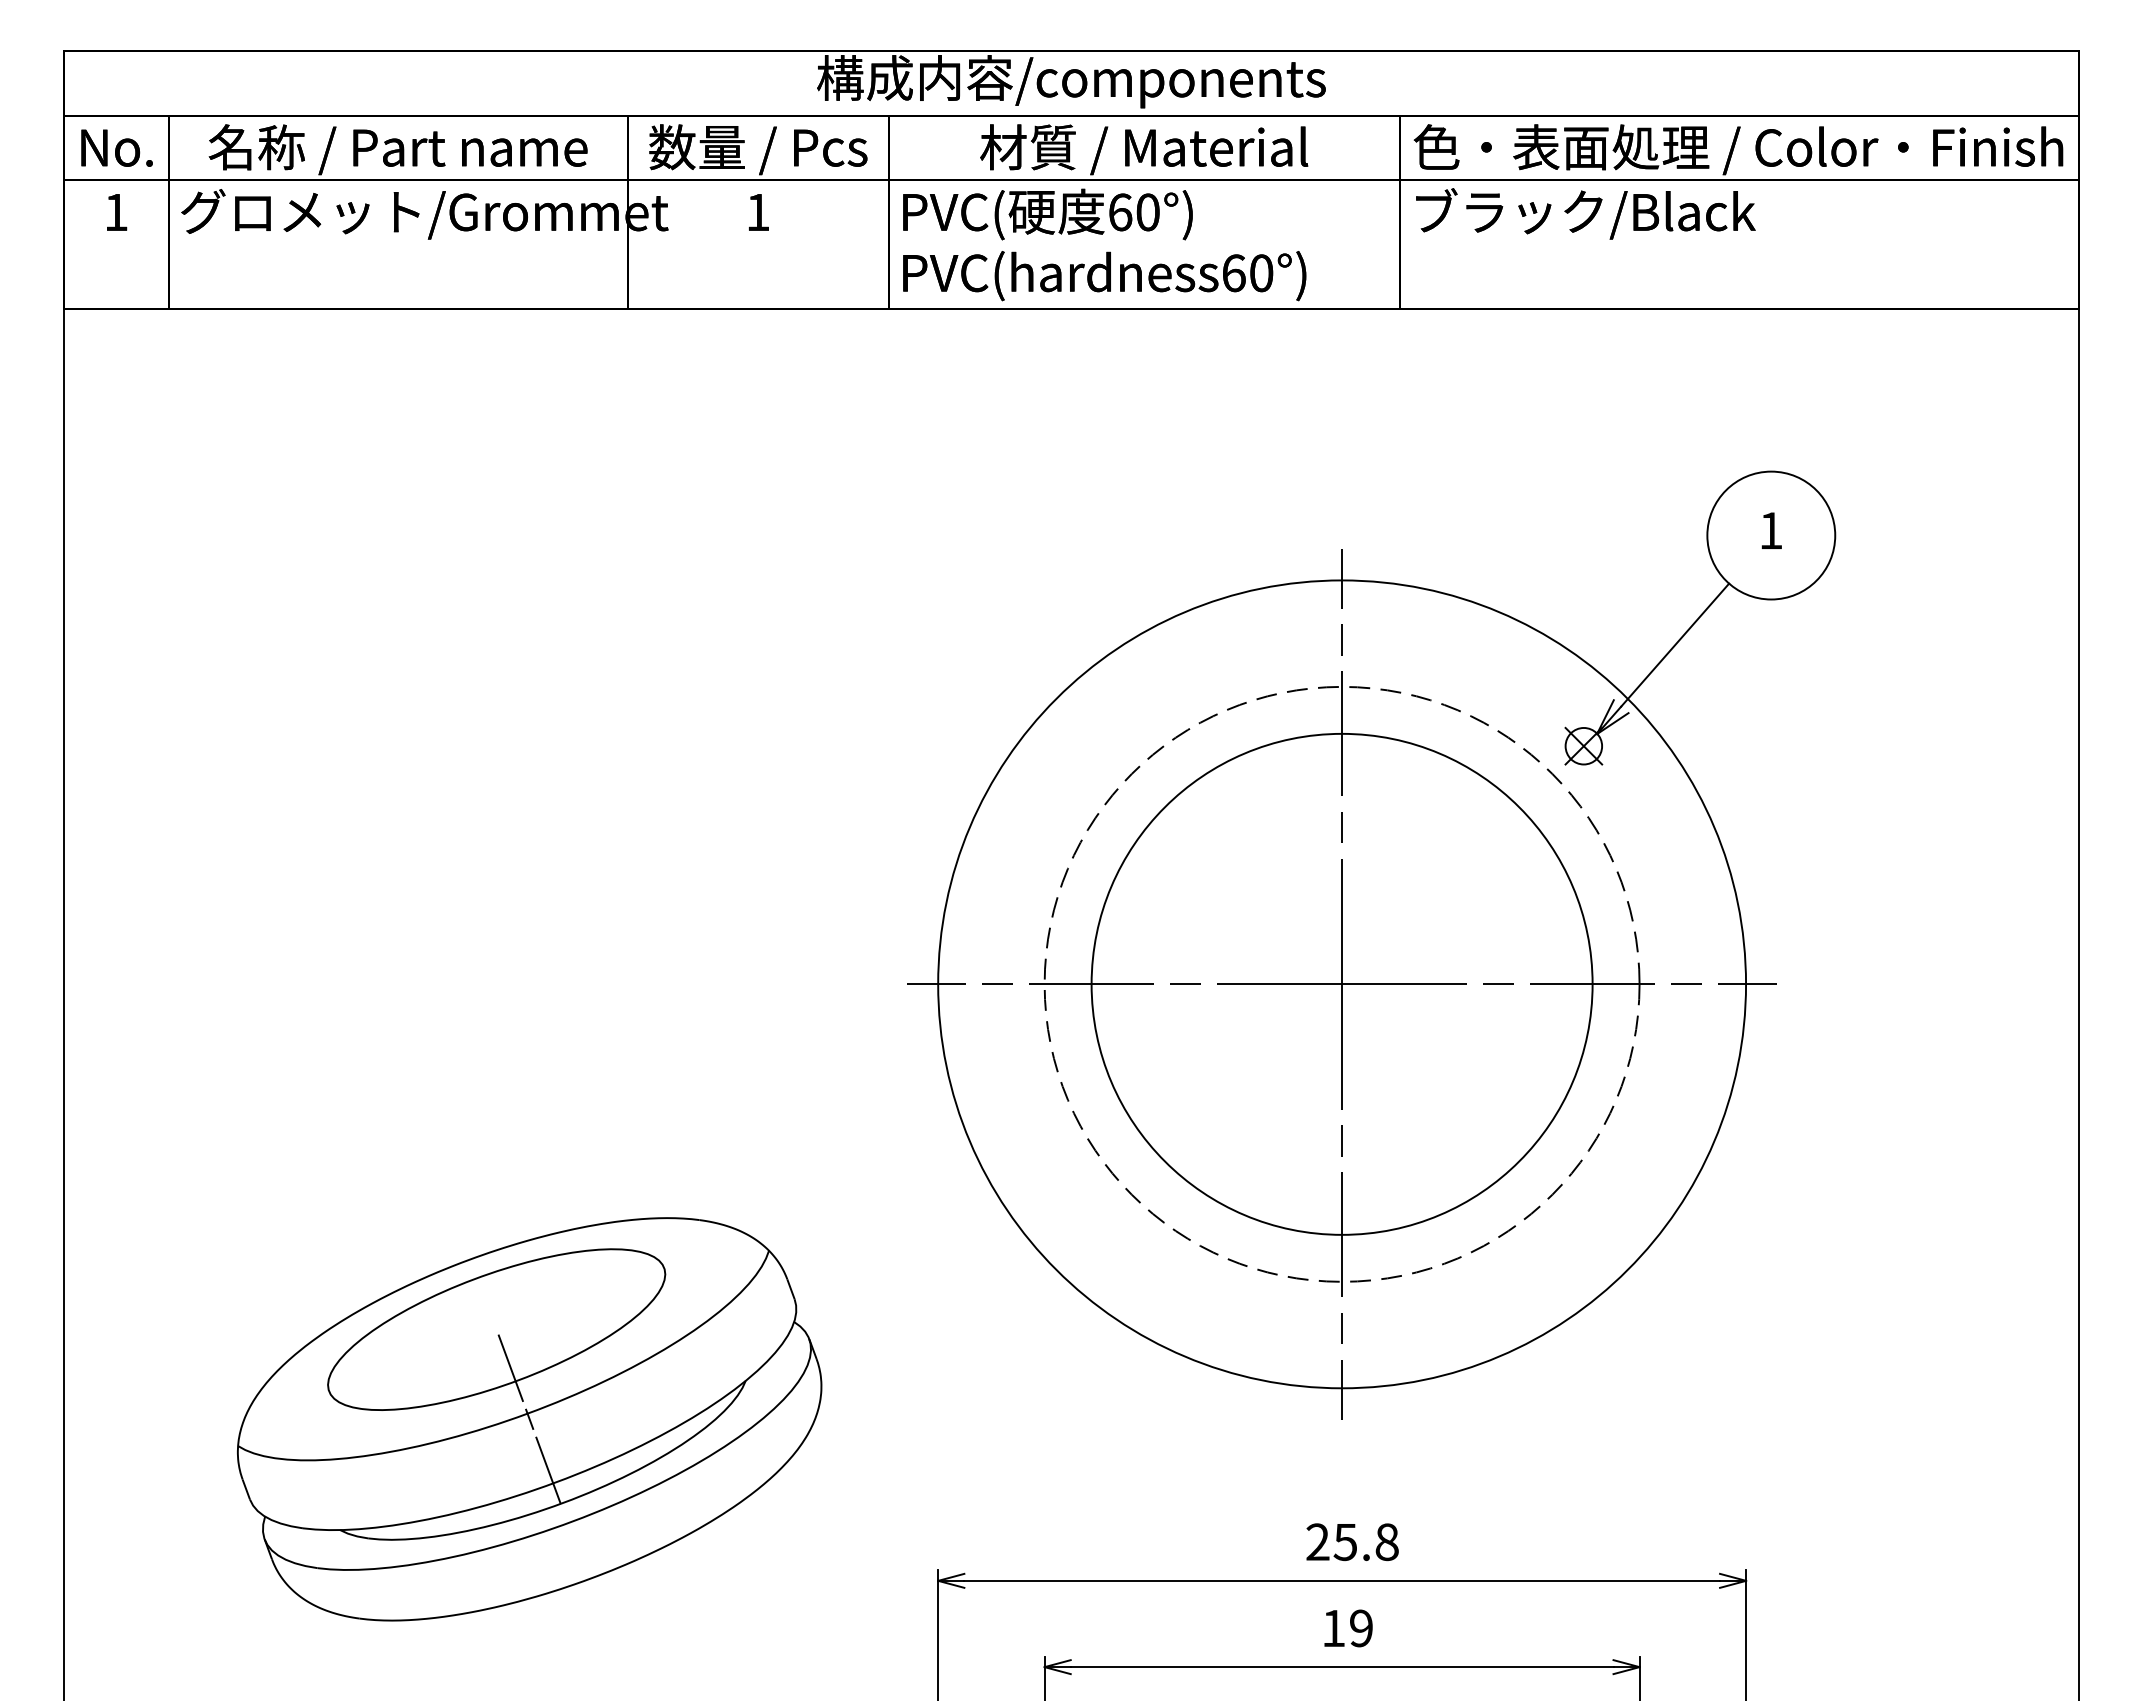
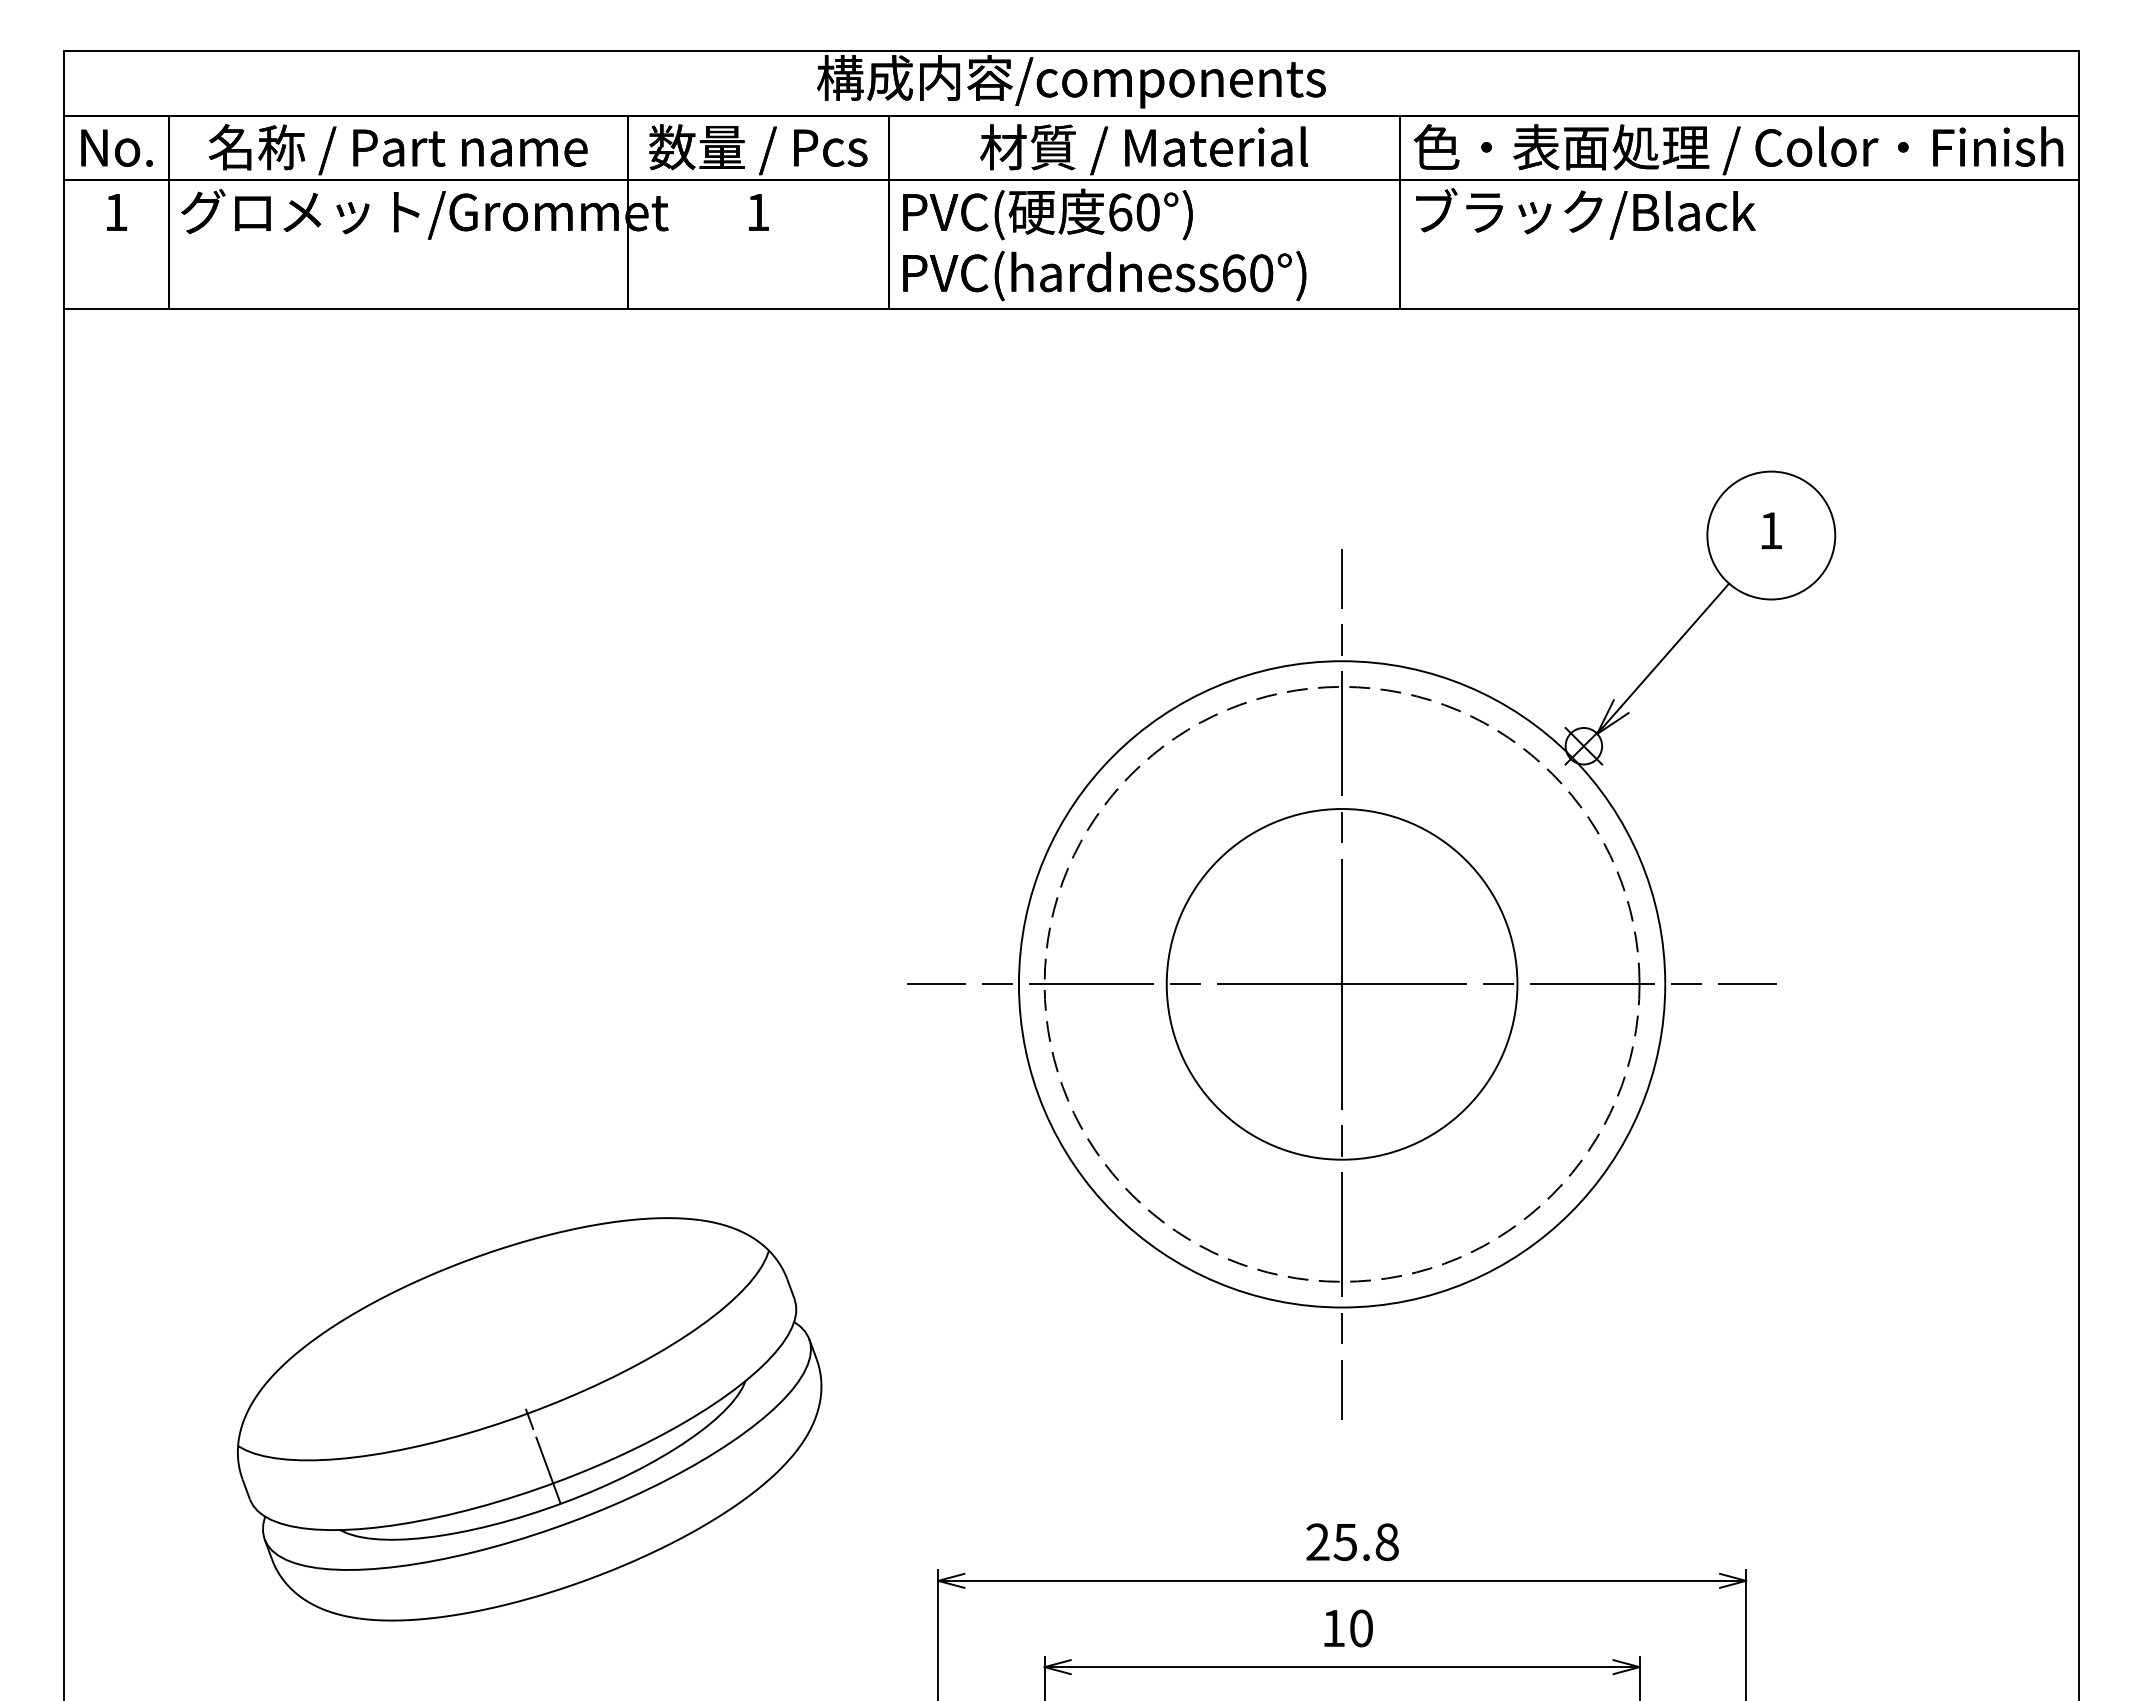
circle at (1341, 983) diameter: 501 px -> 351 px
circle at (1342, 984) diameter: 808 px -> 646 px
part at (496, 1329): present -> none
text at (1361, 1628): 19 -> 10
